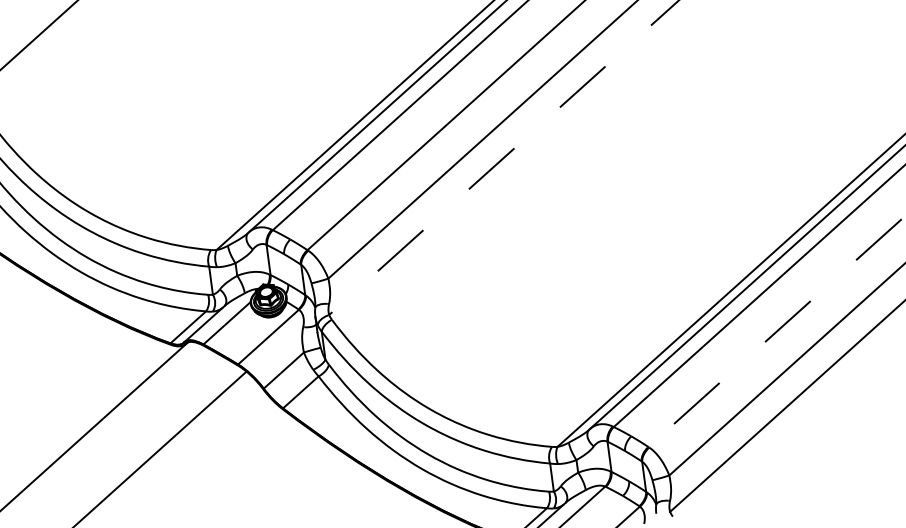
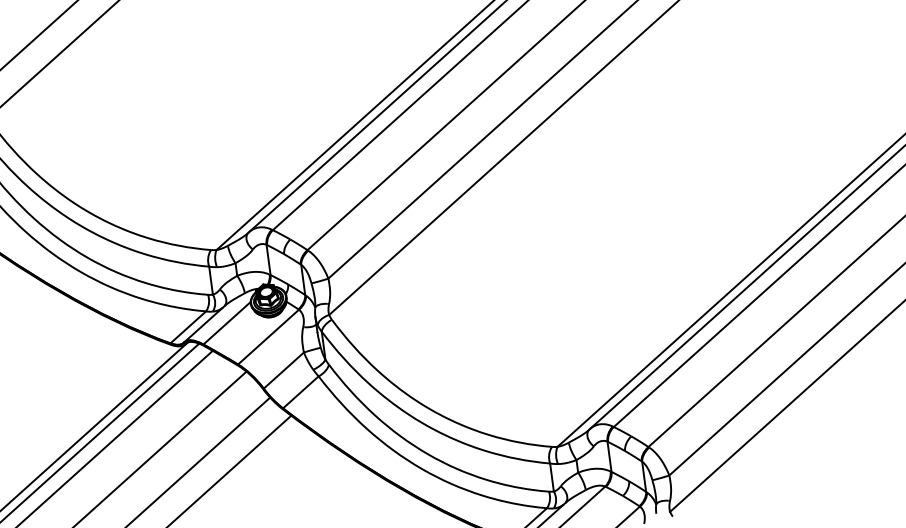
line at (59, 53): none -> present
line at (503, 157): dashed -> solid
line at (776, 331): dashed -> solid
line at (100, 432): none -> present
line at (115, 437): none -> present
line at (199, 460): none -> present
line at (230, 469): none -> present
